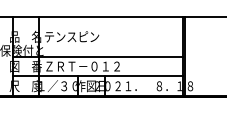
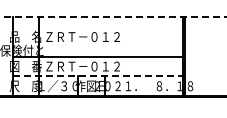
line at (113, 17): solid -> dashed
text at (82, 36): テンスピン -> ＺＲＴ－０１２
line at (98, 76): solid -> dashed
